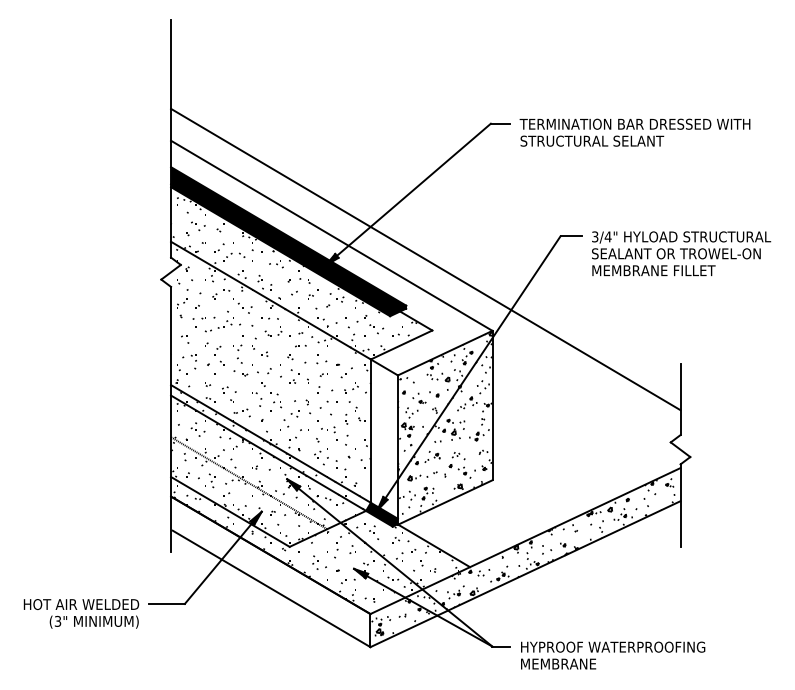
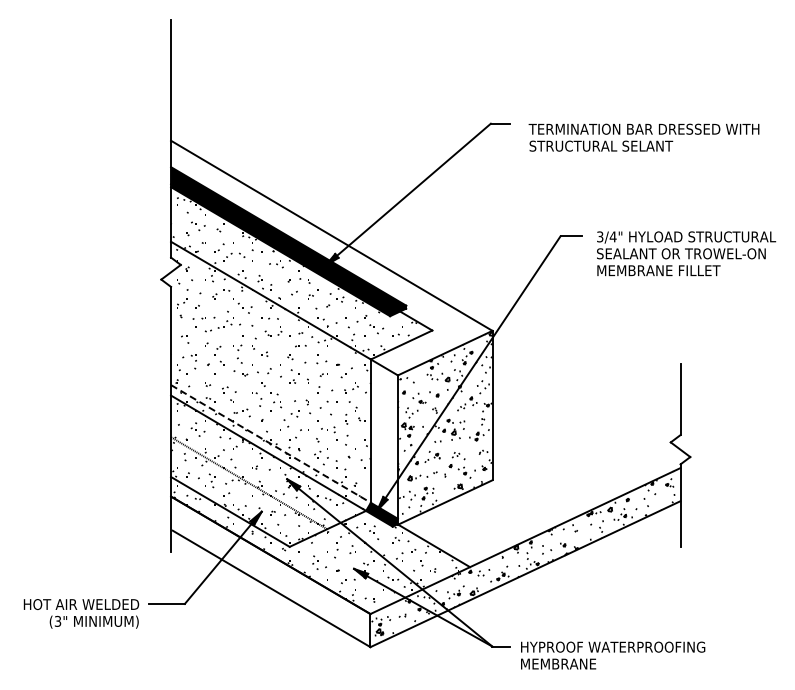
text at (634, 132) position: (634, 132) -> (643, 137)
text at (681, 253) position: (681, 253) -> (686, 253)
line at (425, 259): present -> none
line at (270, 443): solid -> dashed
